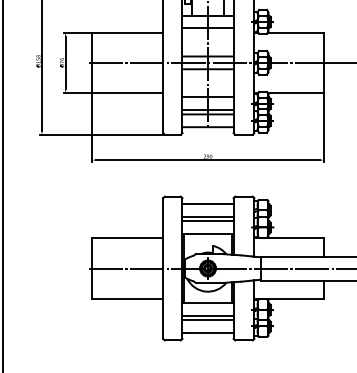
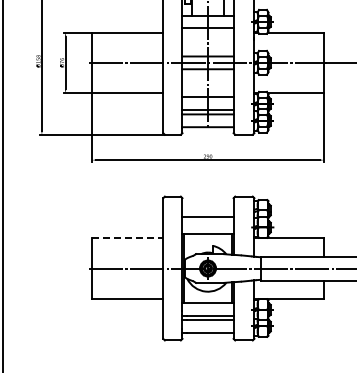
line at (207, 204): present -> none
line at (207, 221): present -> none
line at (127, 238): solid -> dashed
